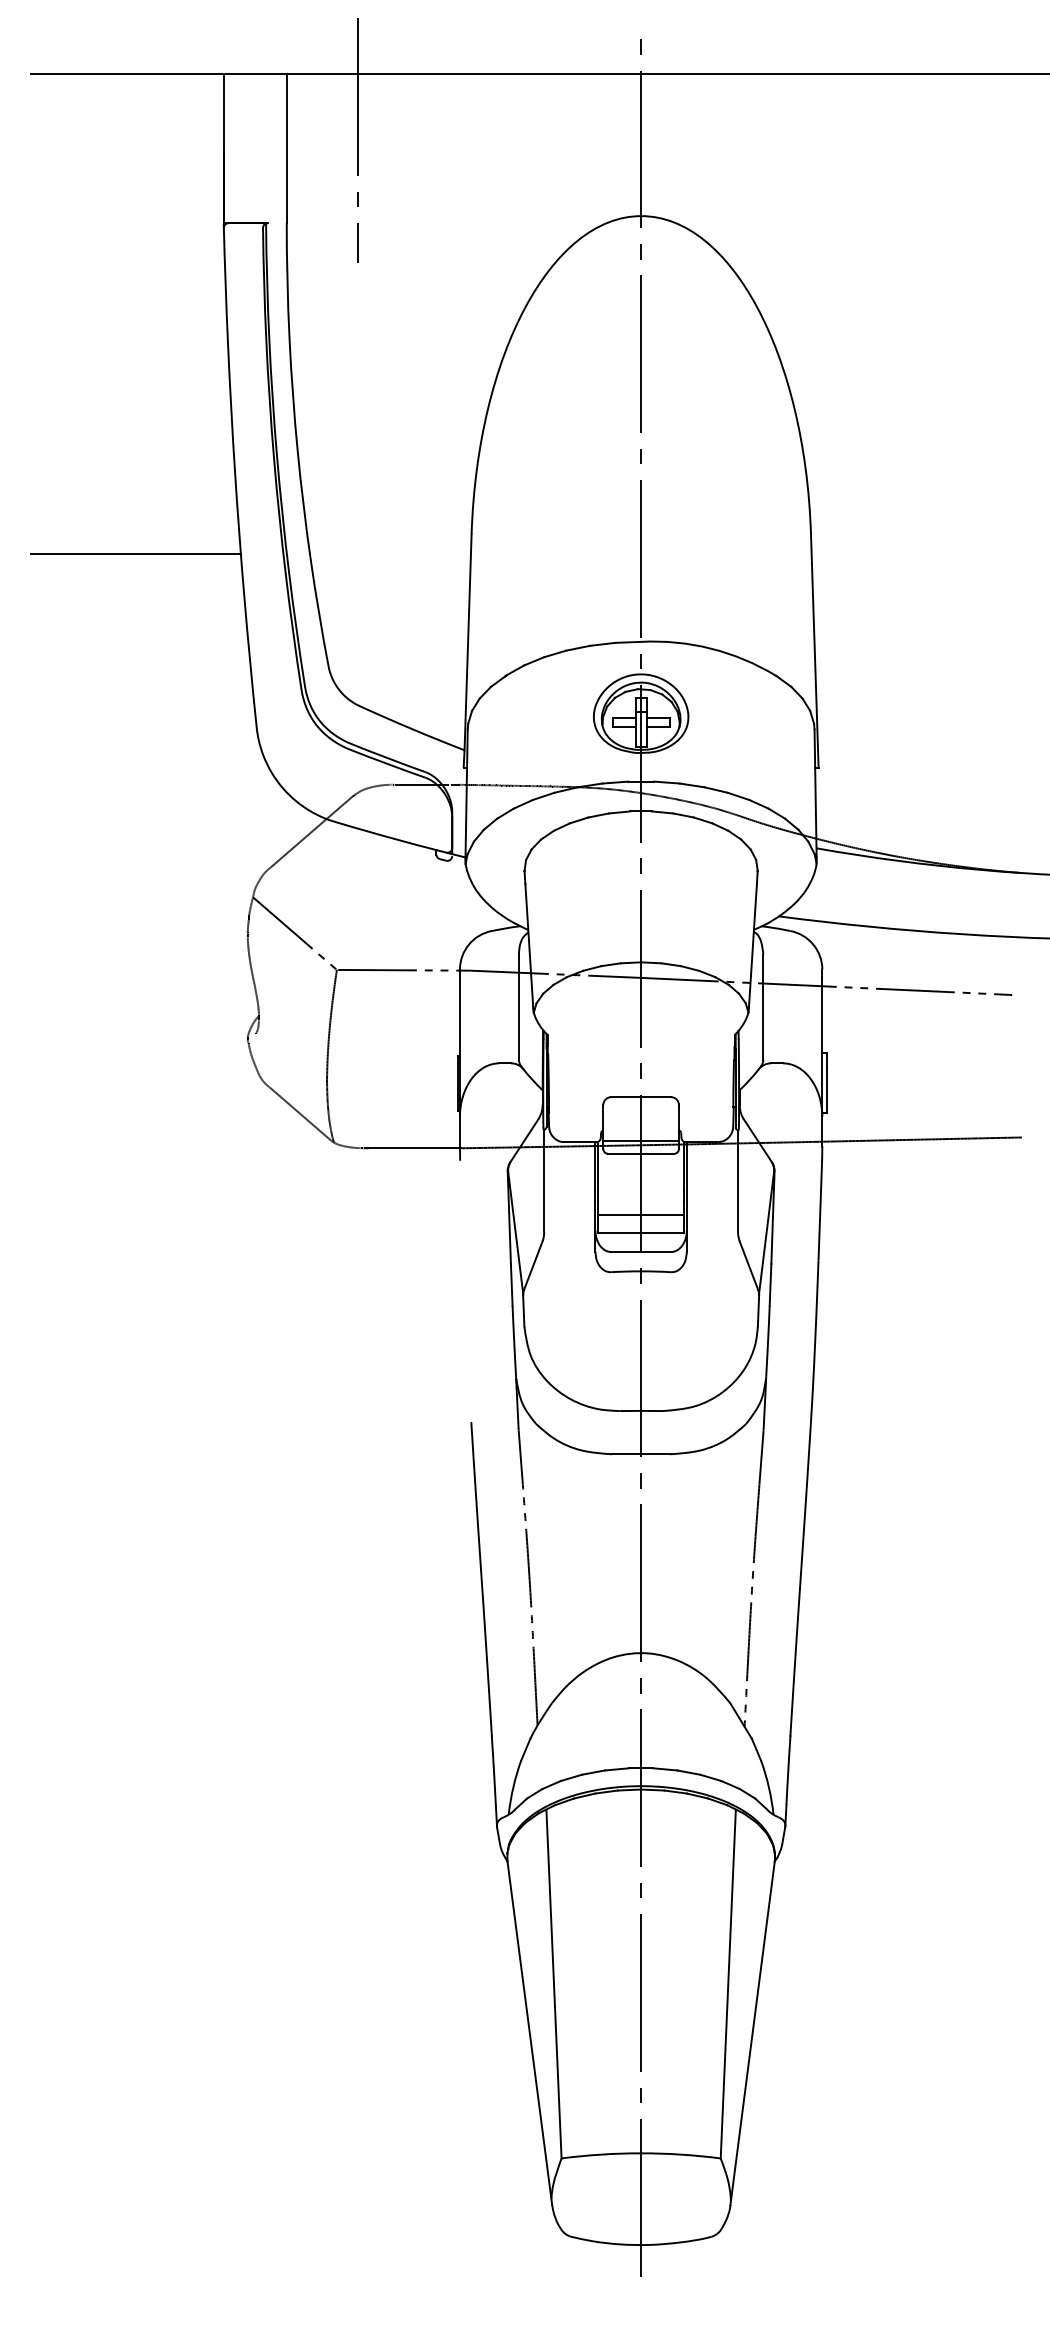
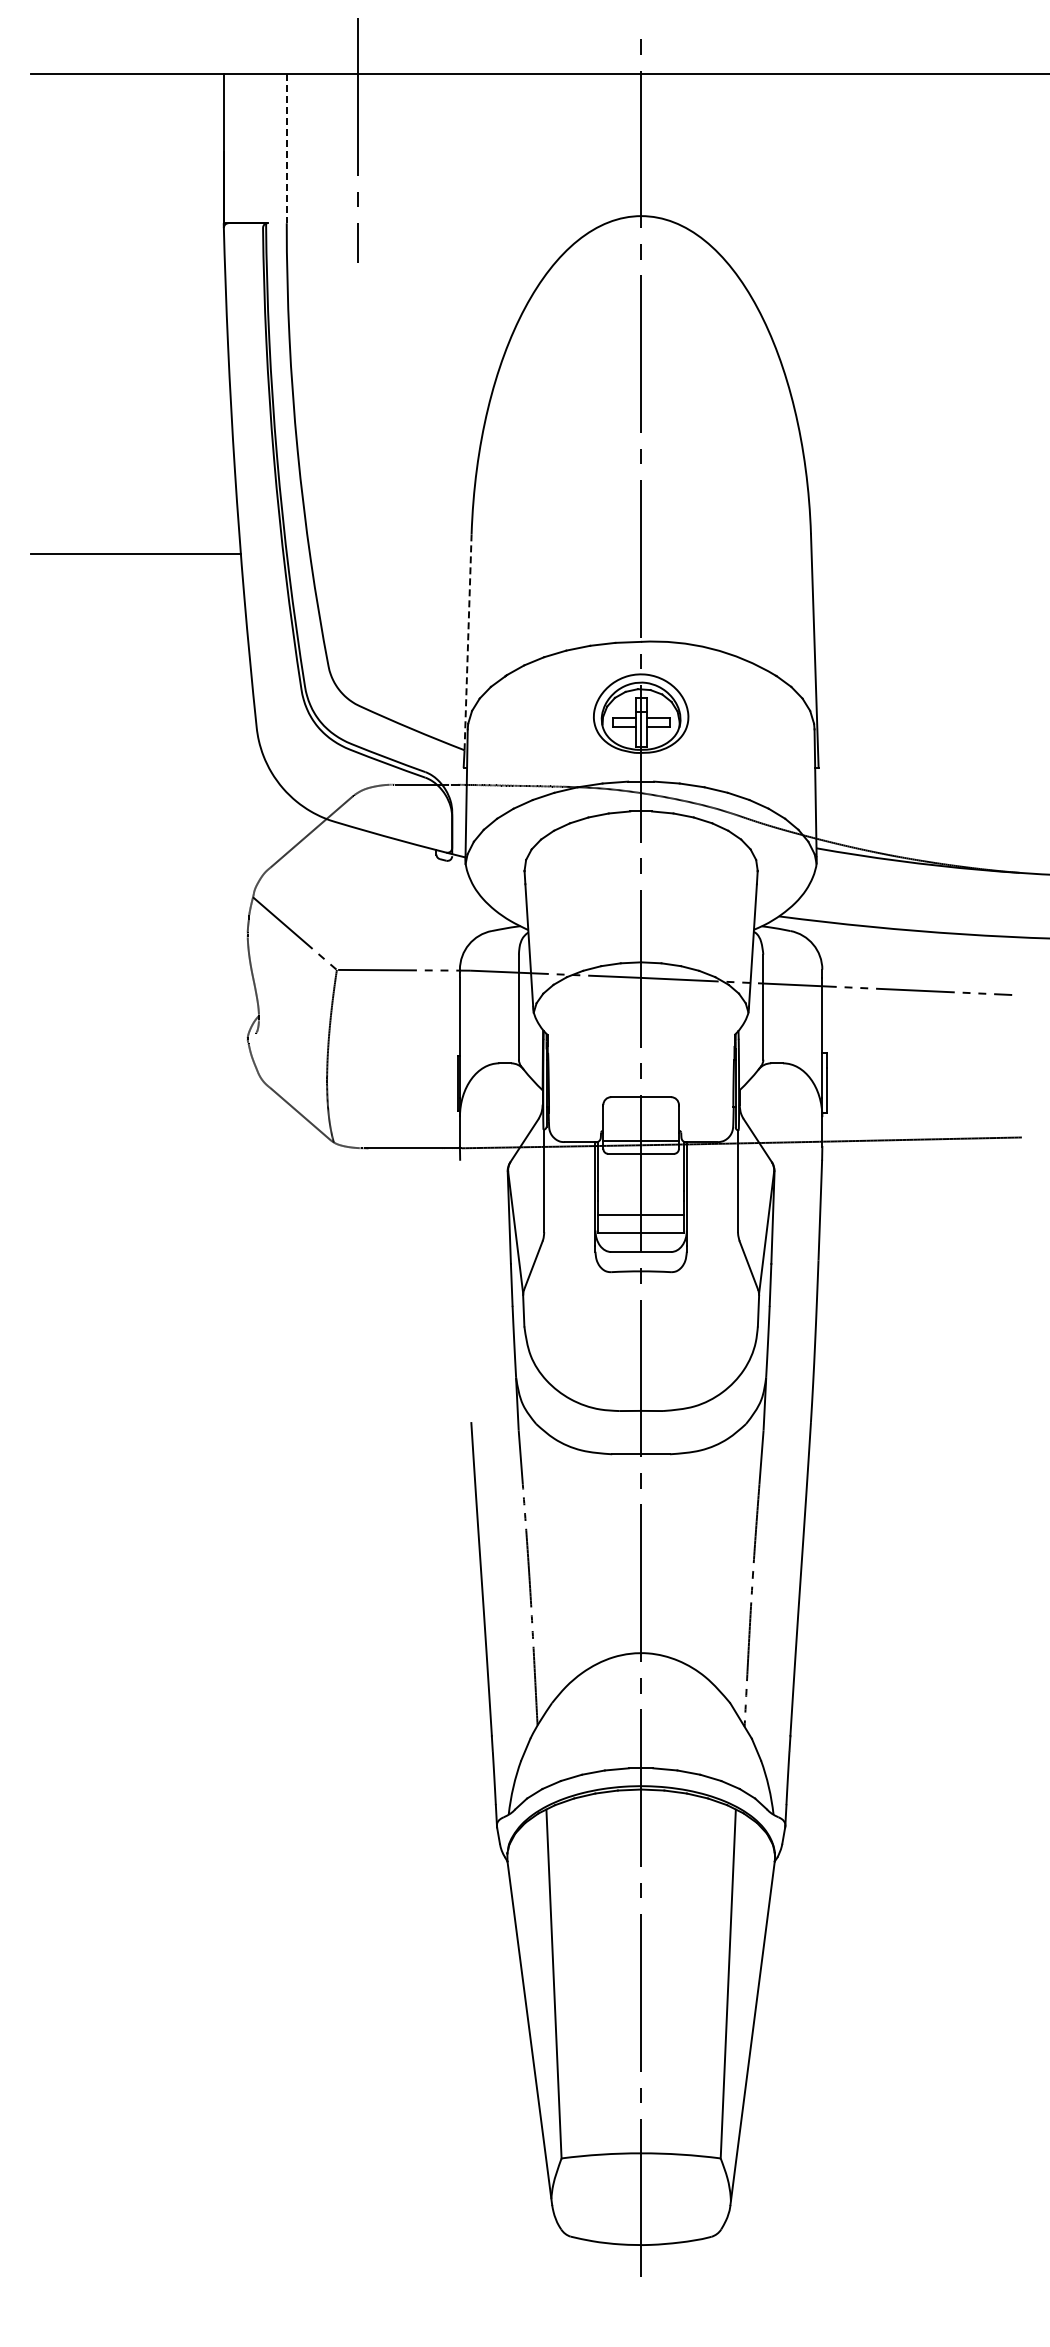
line at (286, 148): solid -> dashed
line at (468, 641): solid -> dashed
